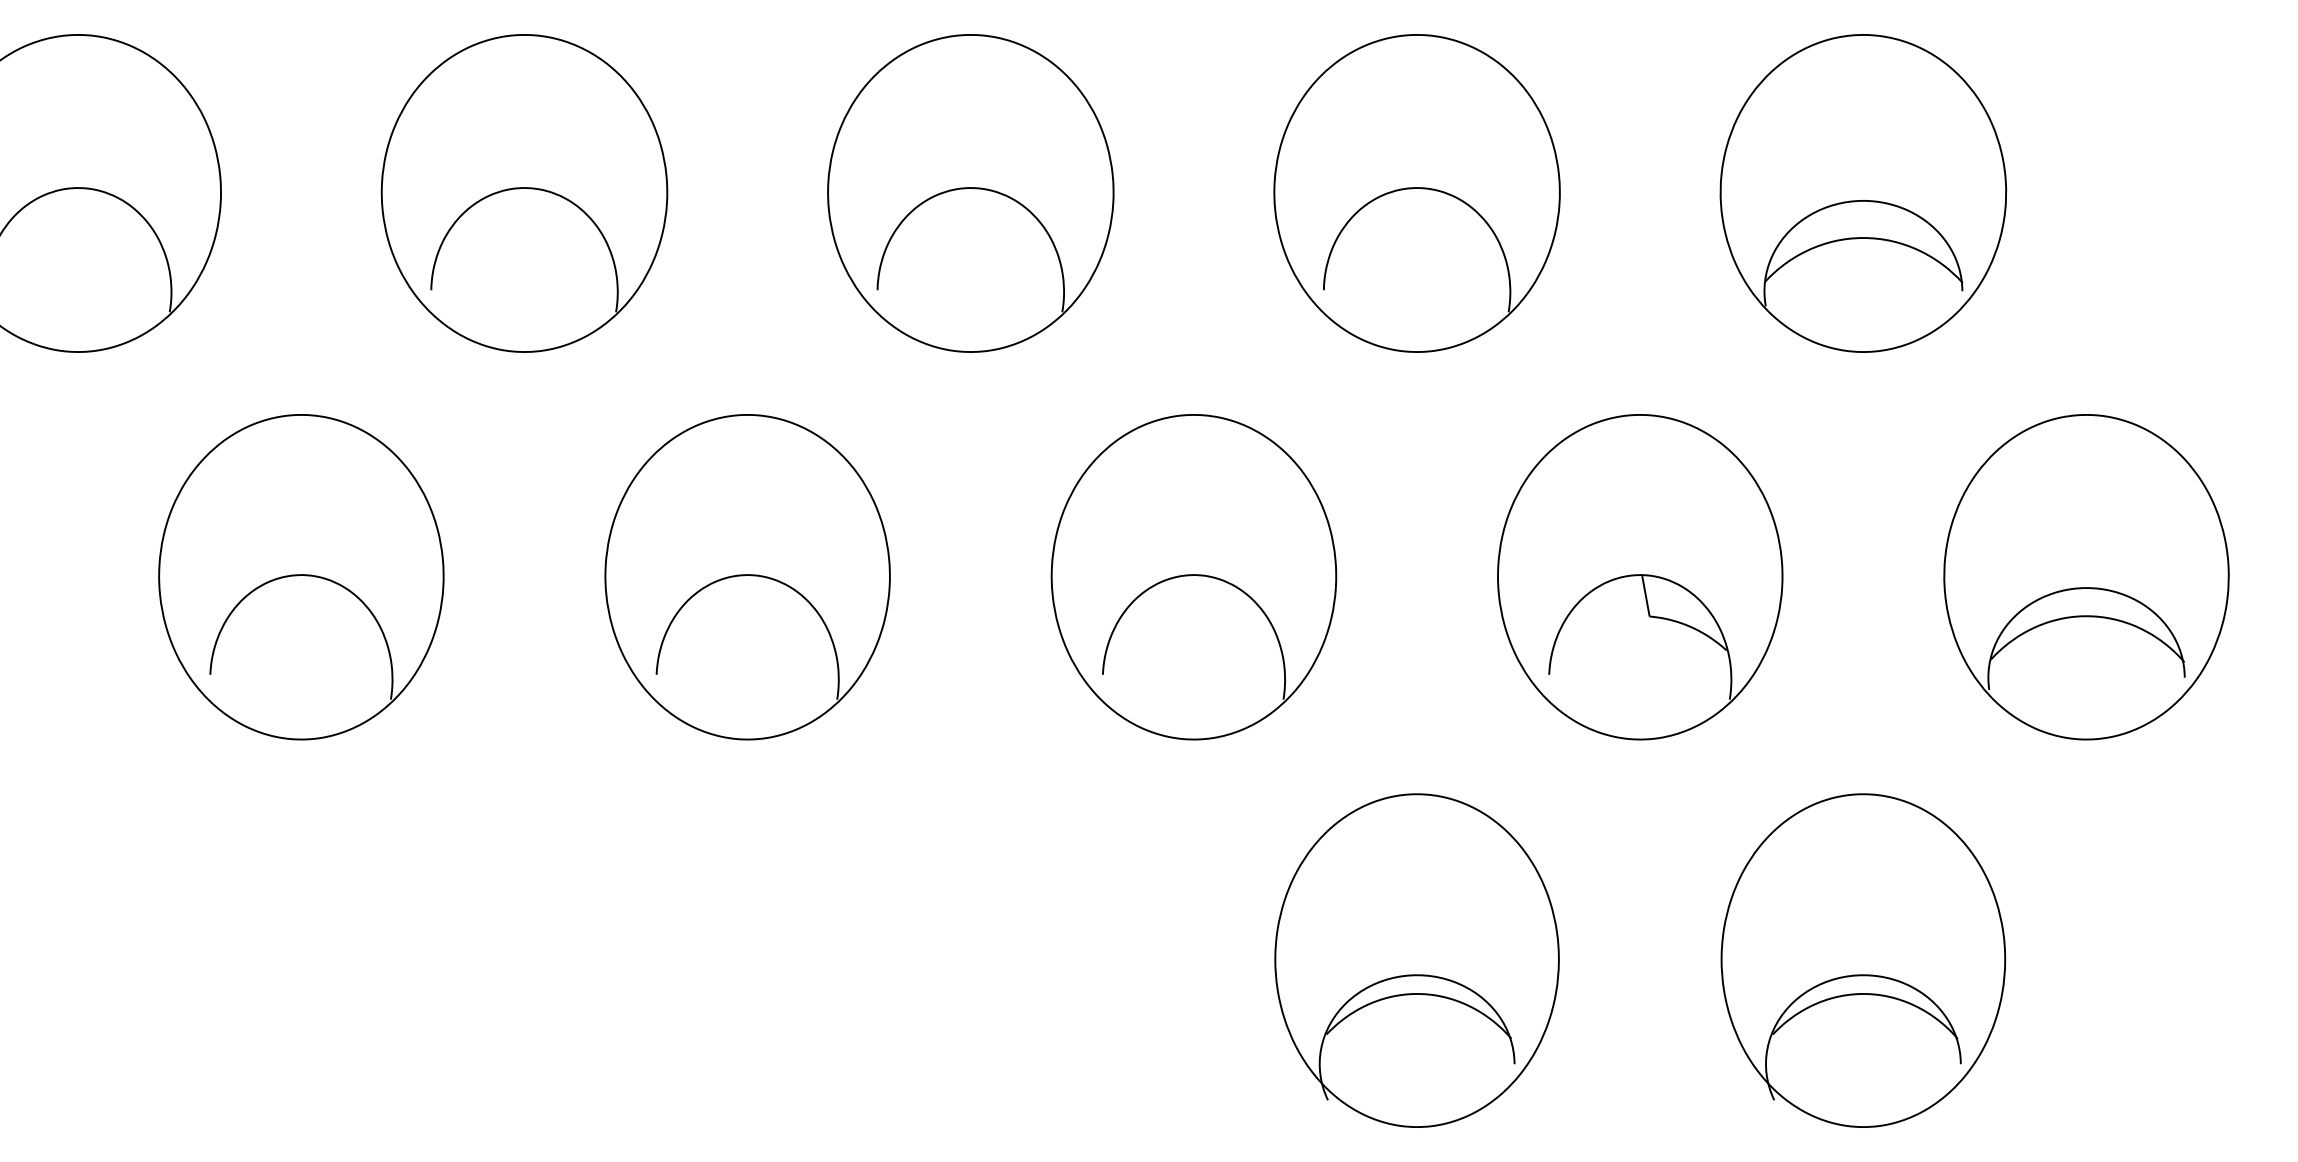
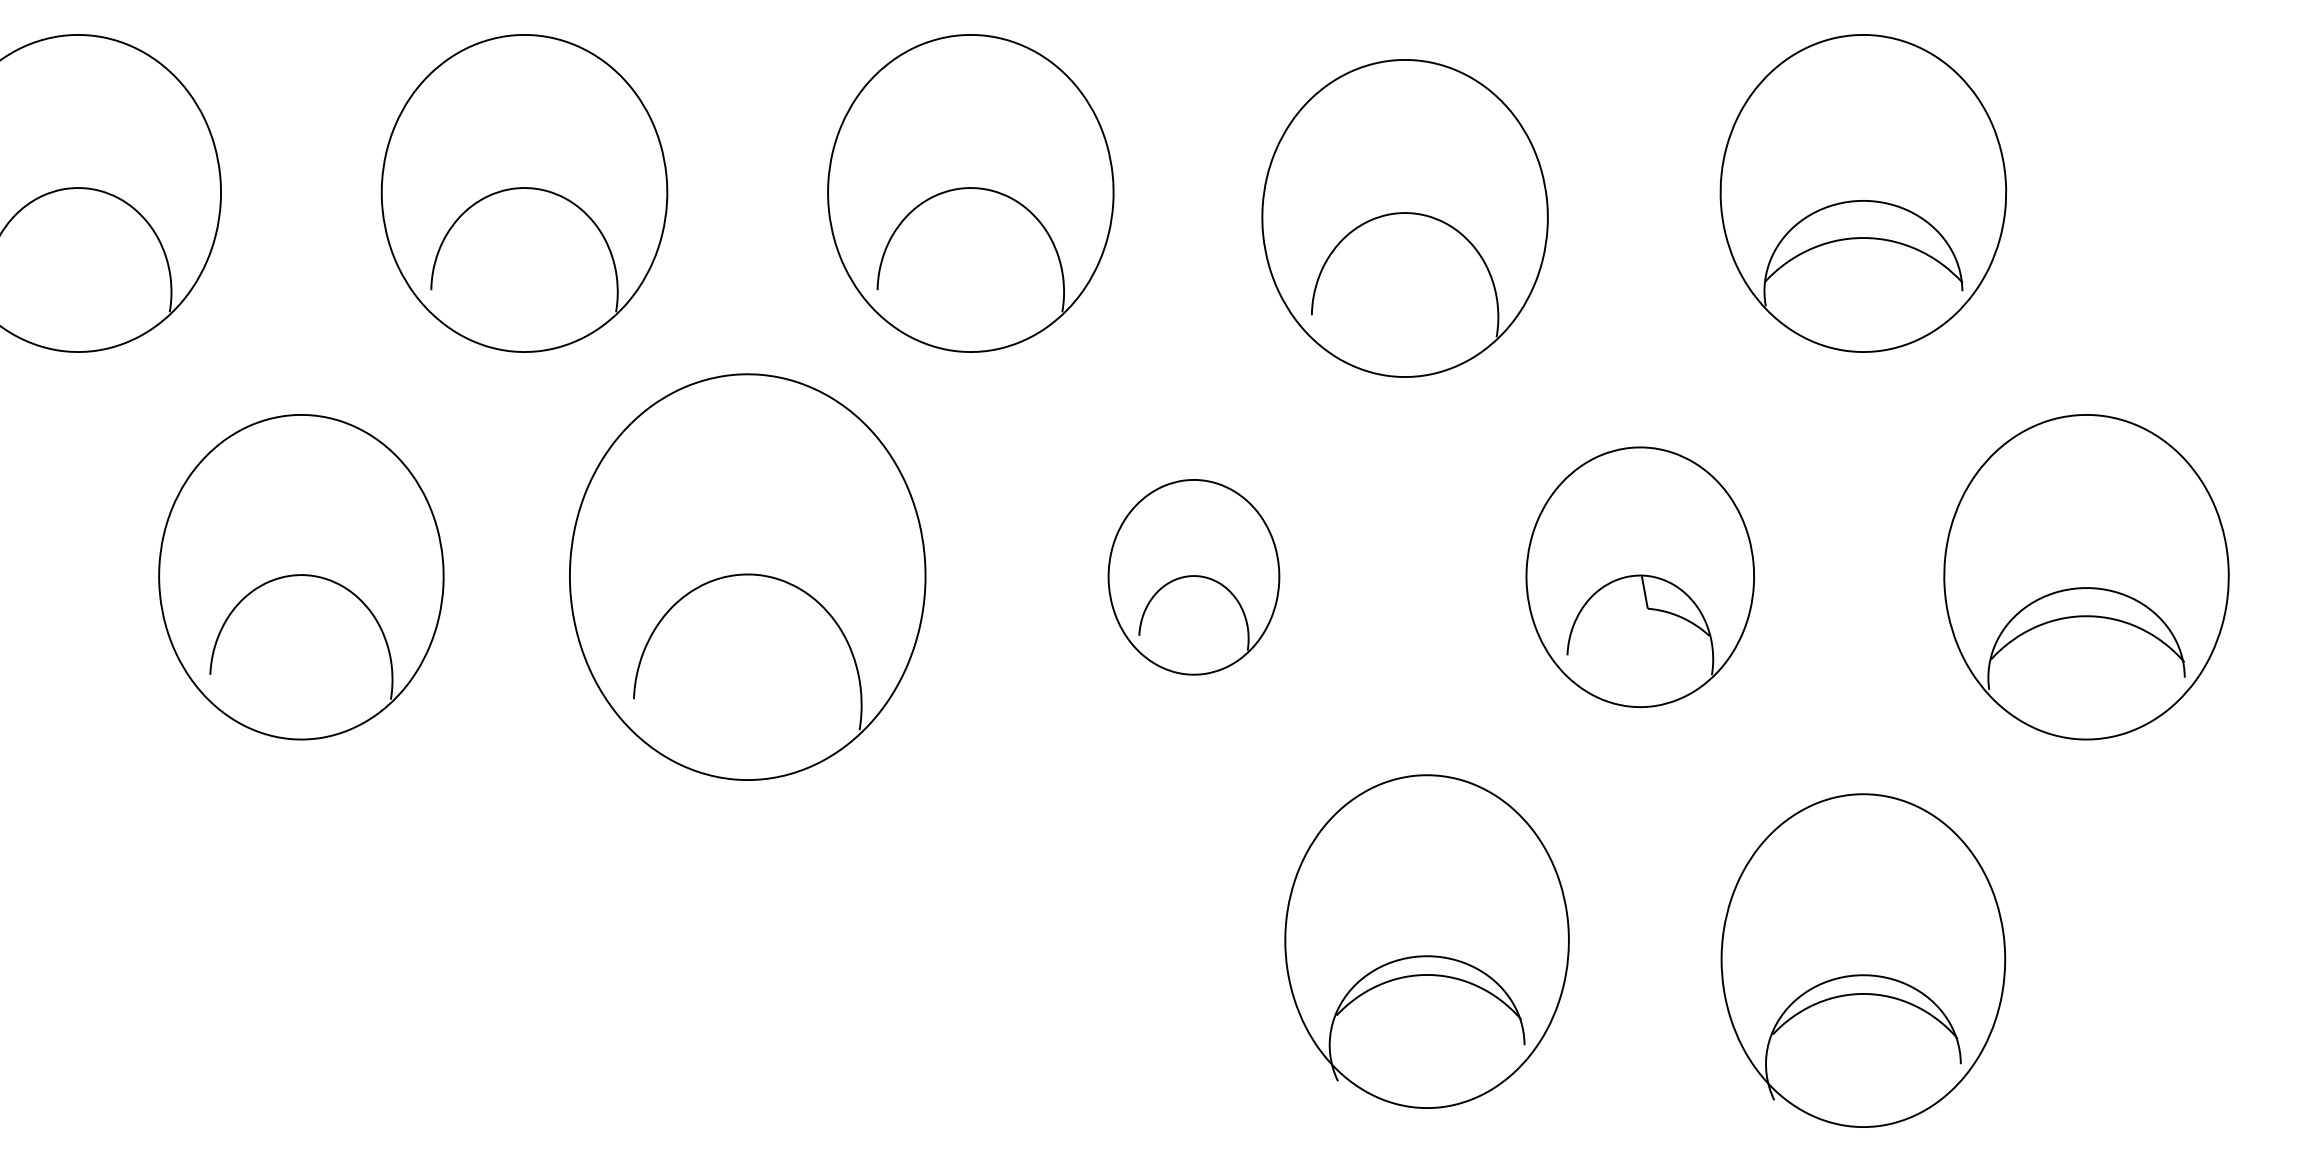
part at (1416, 193) position: (1416, 193) -> (1404, 218)
part at (747, 577) size: 287x327 px -> 358x408 px
part at (1193, 577) size: 288x327 px -> 174x197 px
part at (1640, 577) size: 287x327 px -> 230x262 px
part at (1416, 960) position: (1416, 960) -> (1426, 941)
